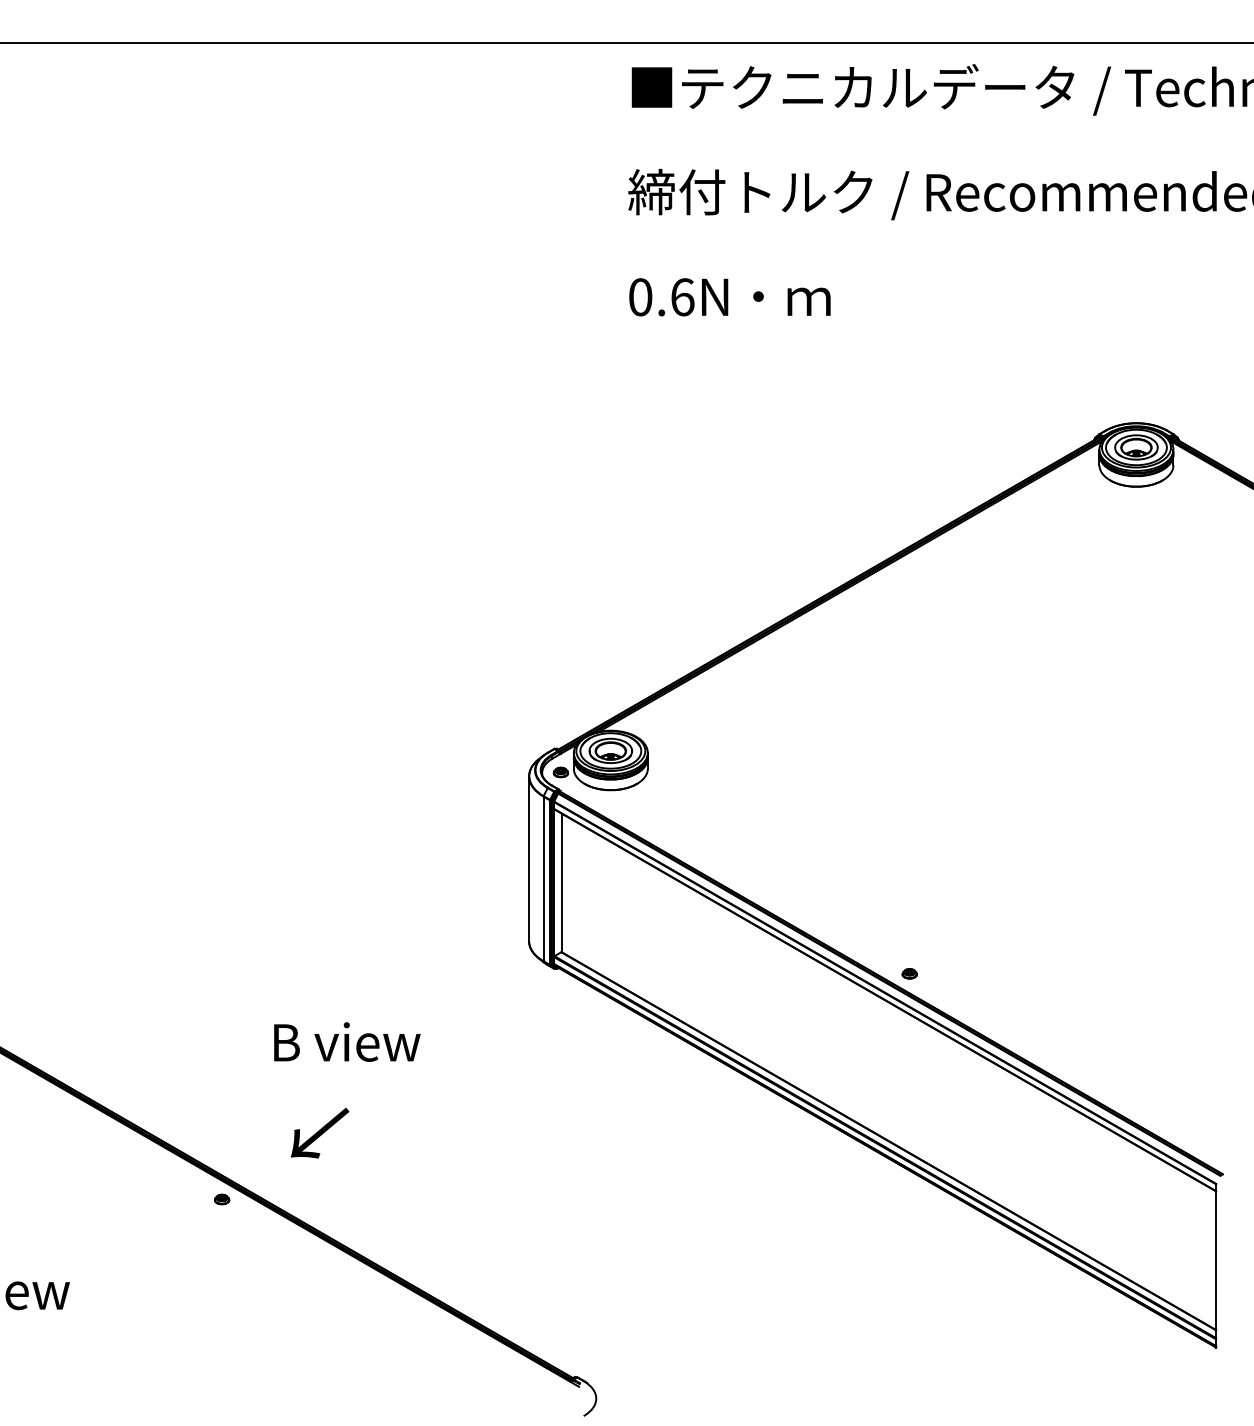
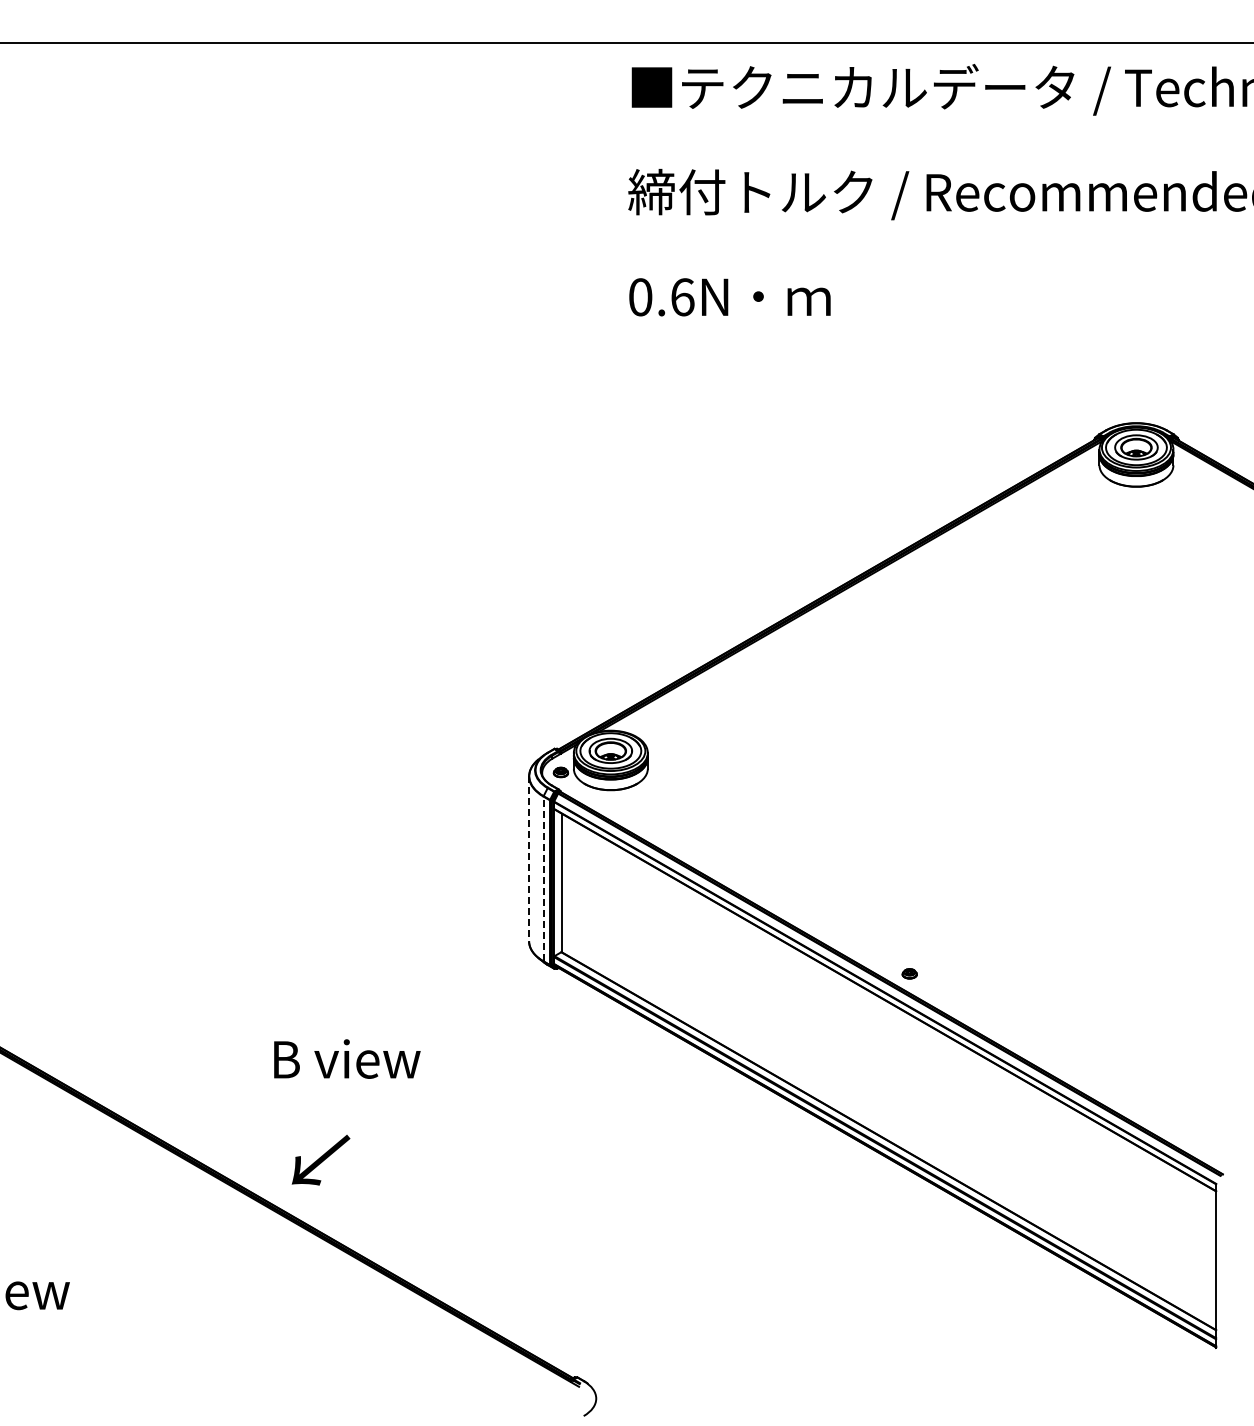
line at (529, 859): solid -> dashed
line at (543, 878): solid -> dashed
text at (347, 1041) position: (347, 1041) -> (347, 1058)
text at (319, 1132) position: (319, 1132) -> (320, 1159)
part at (222, 1199): present -> none
